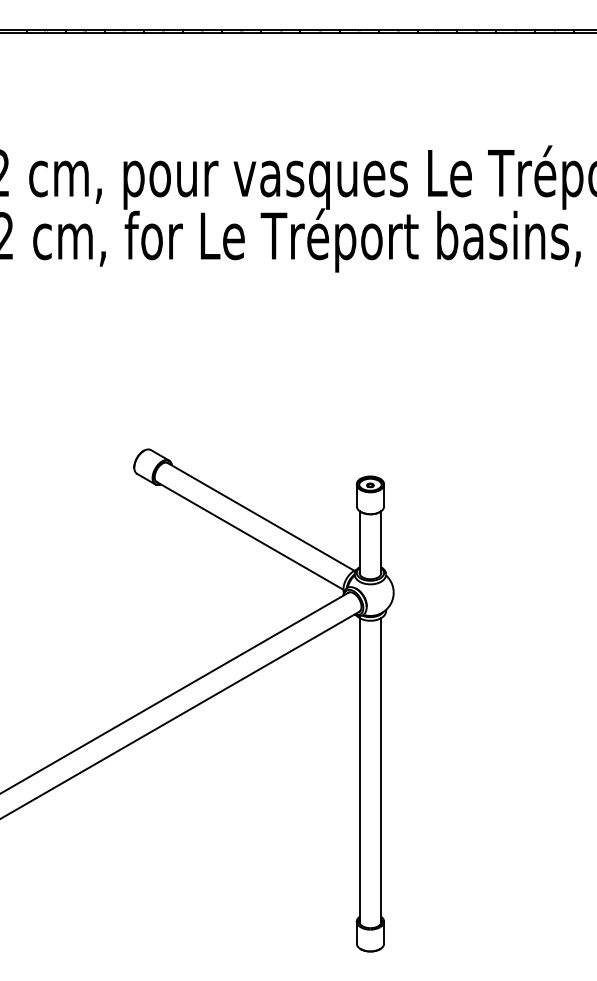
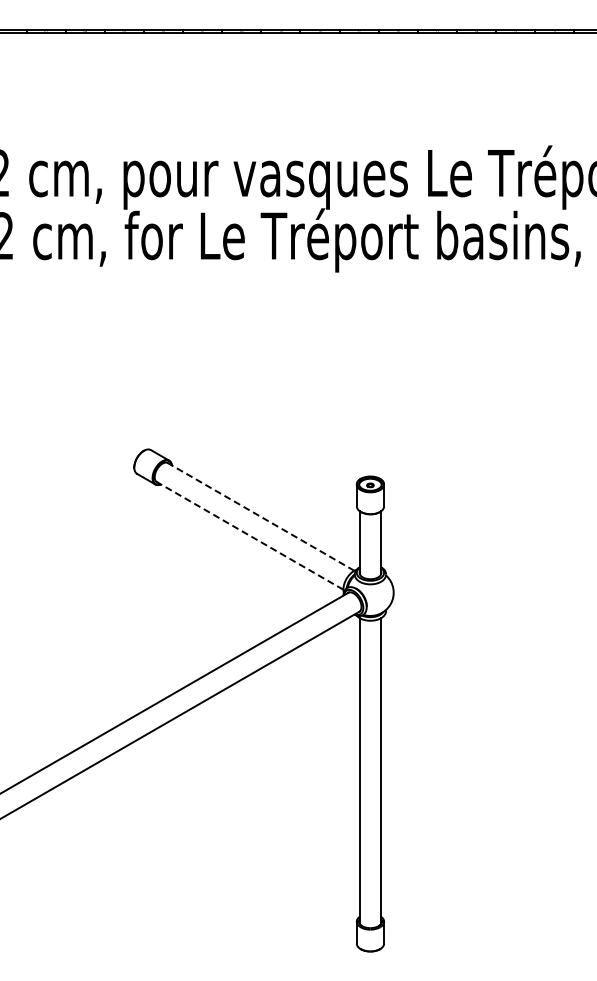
line at (260, 516): solid -> dashed
line at (250, 535): solid -> dashed
